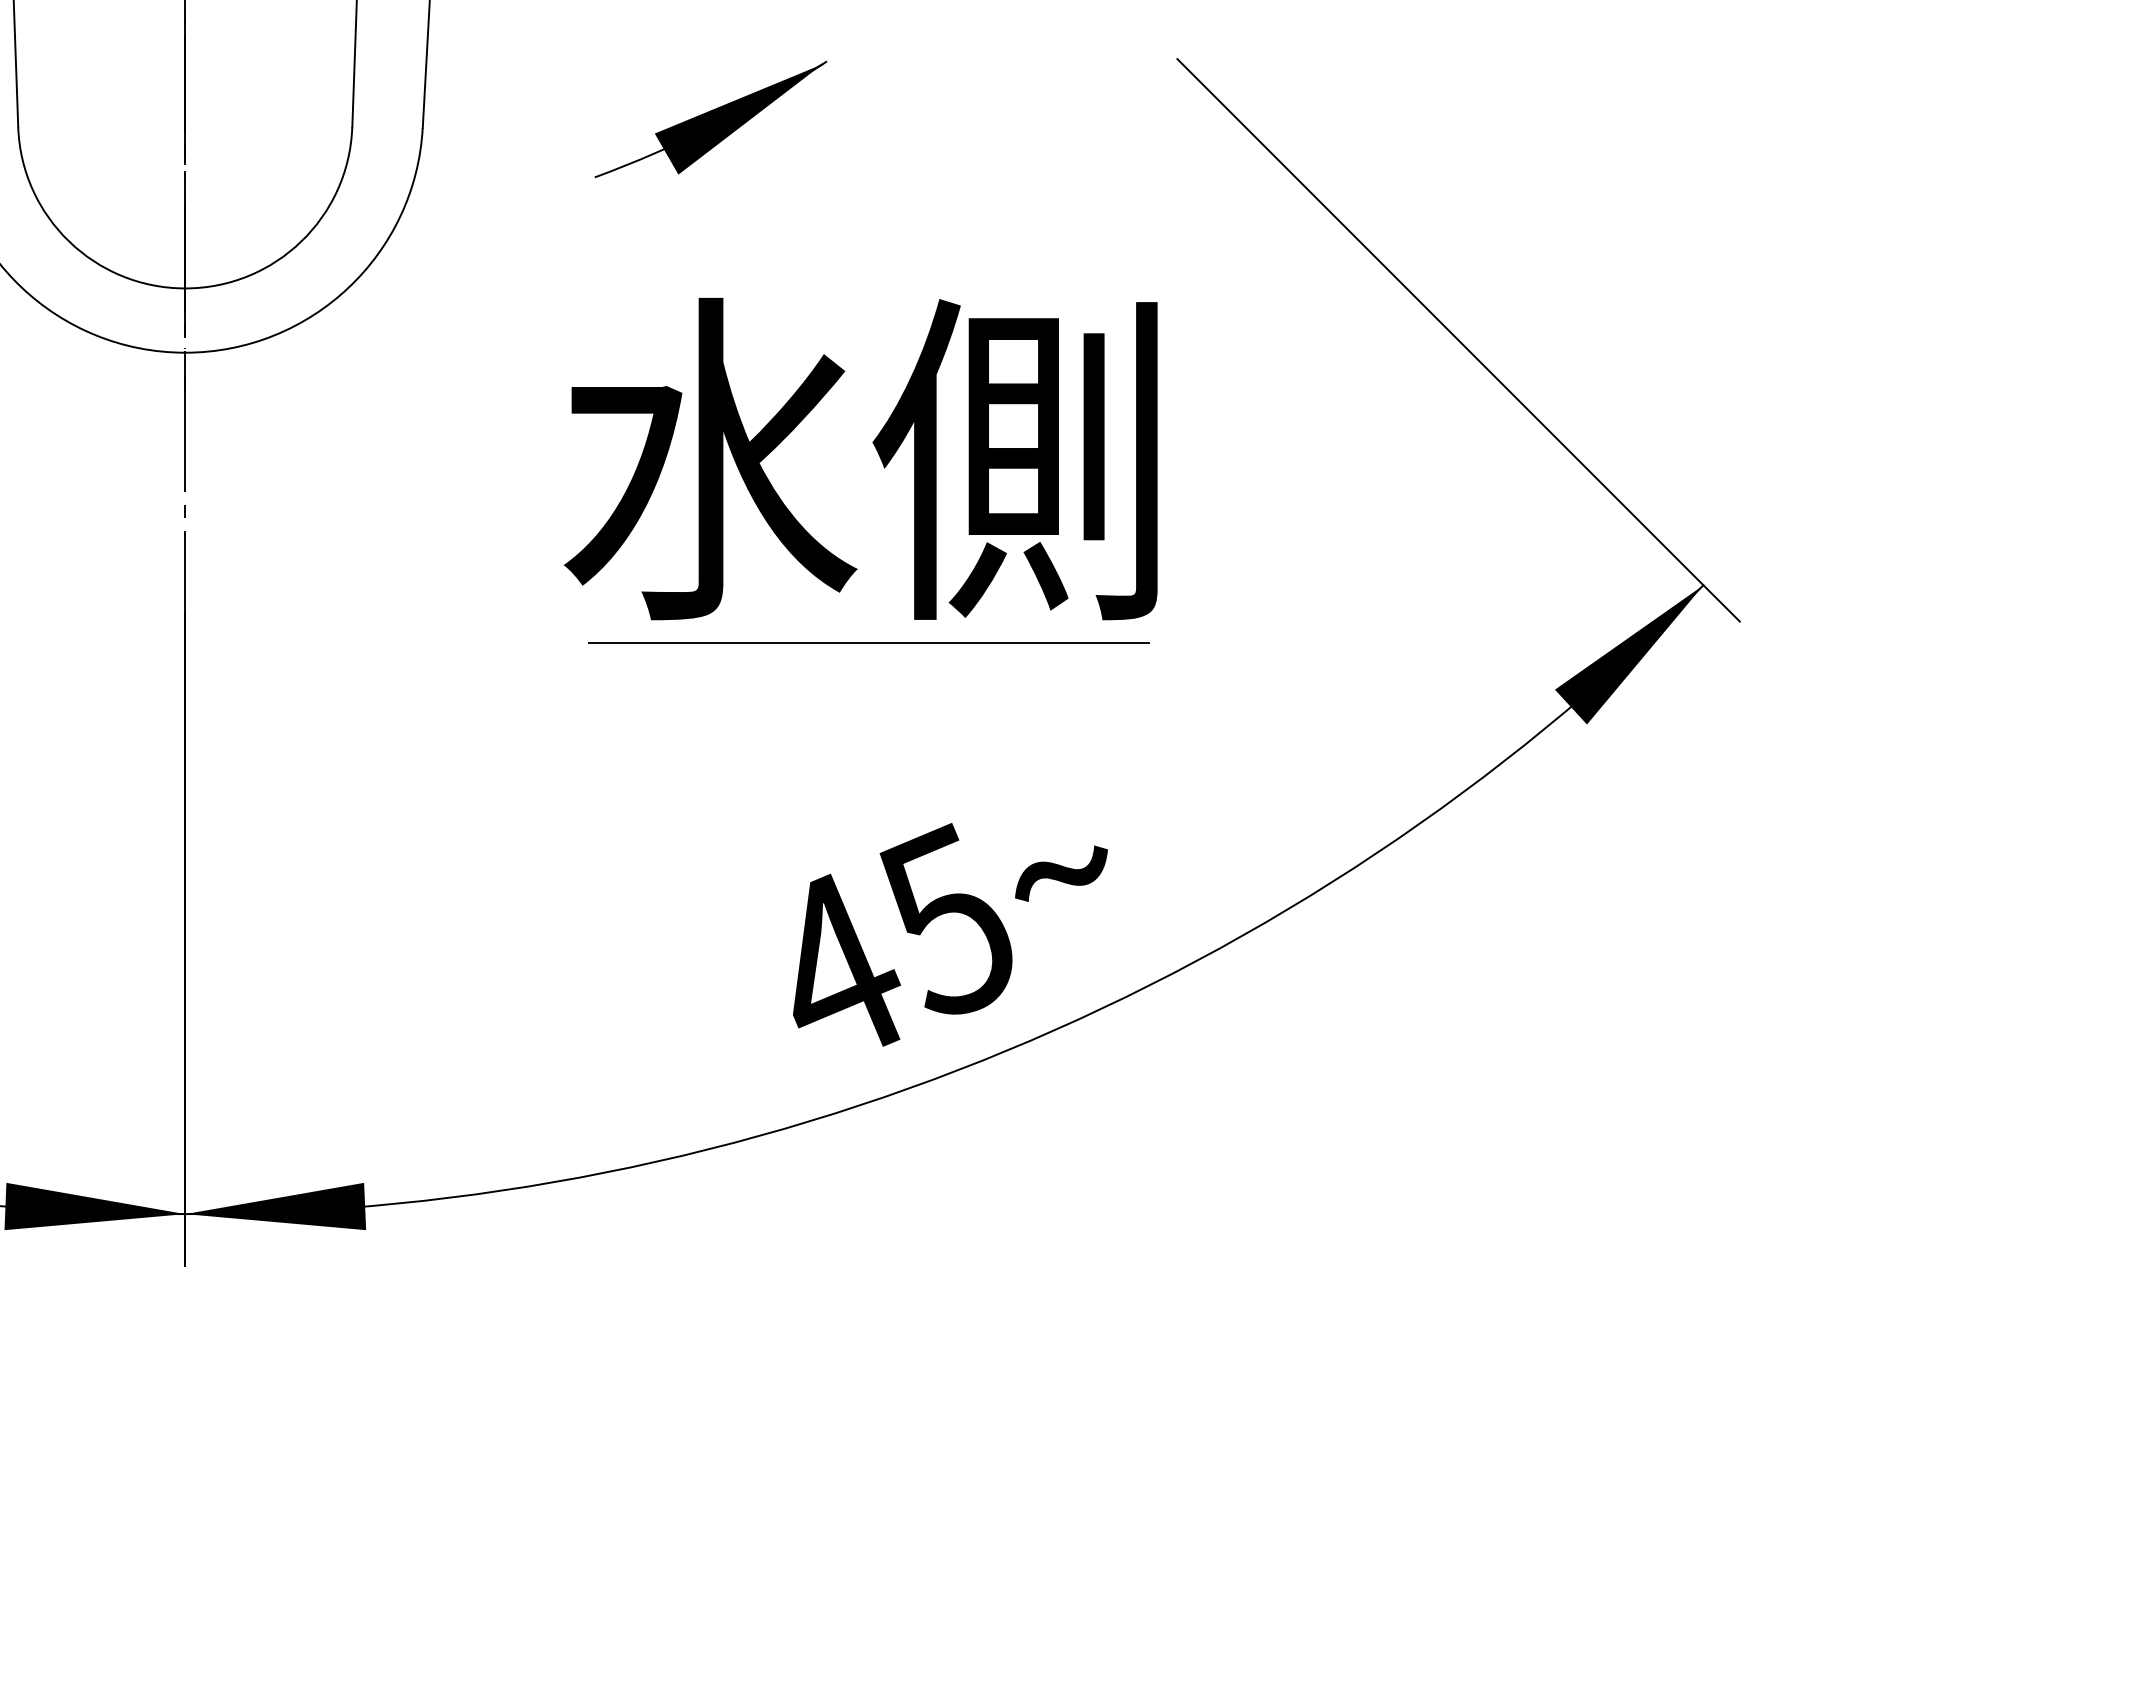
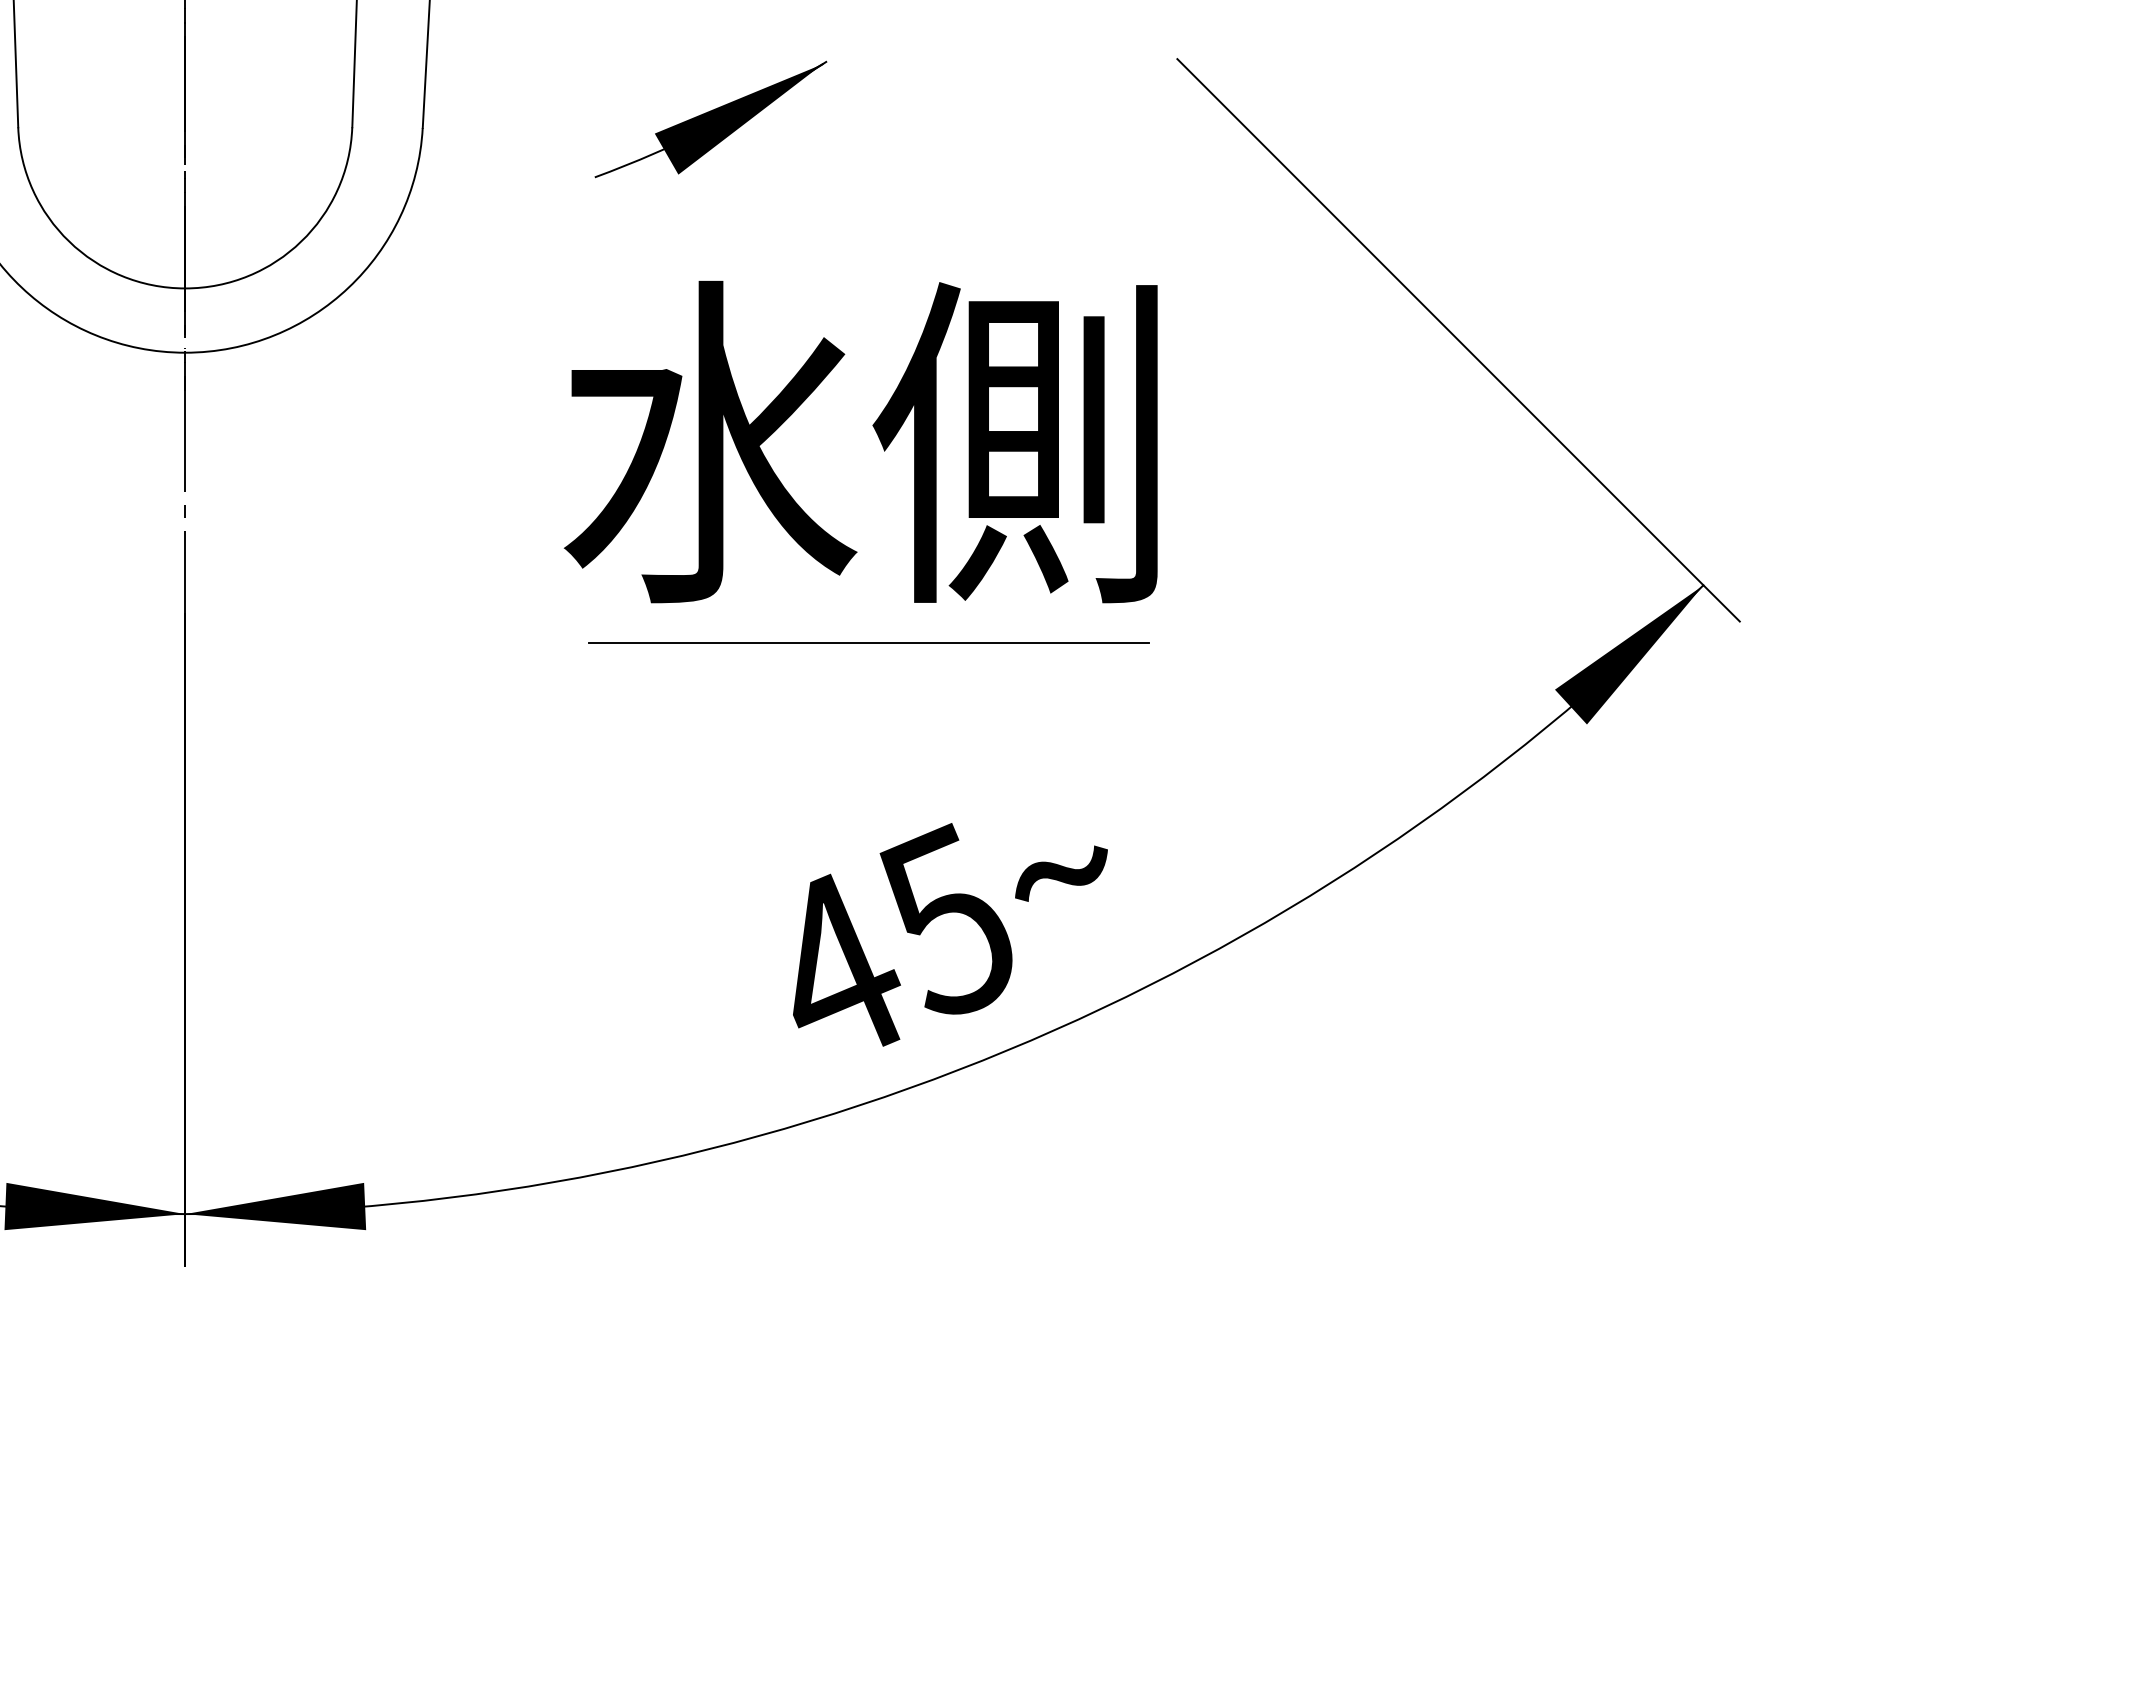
text at (860, 459) position: (860, 459) -> (860, 442)
